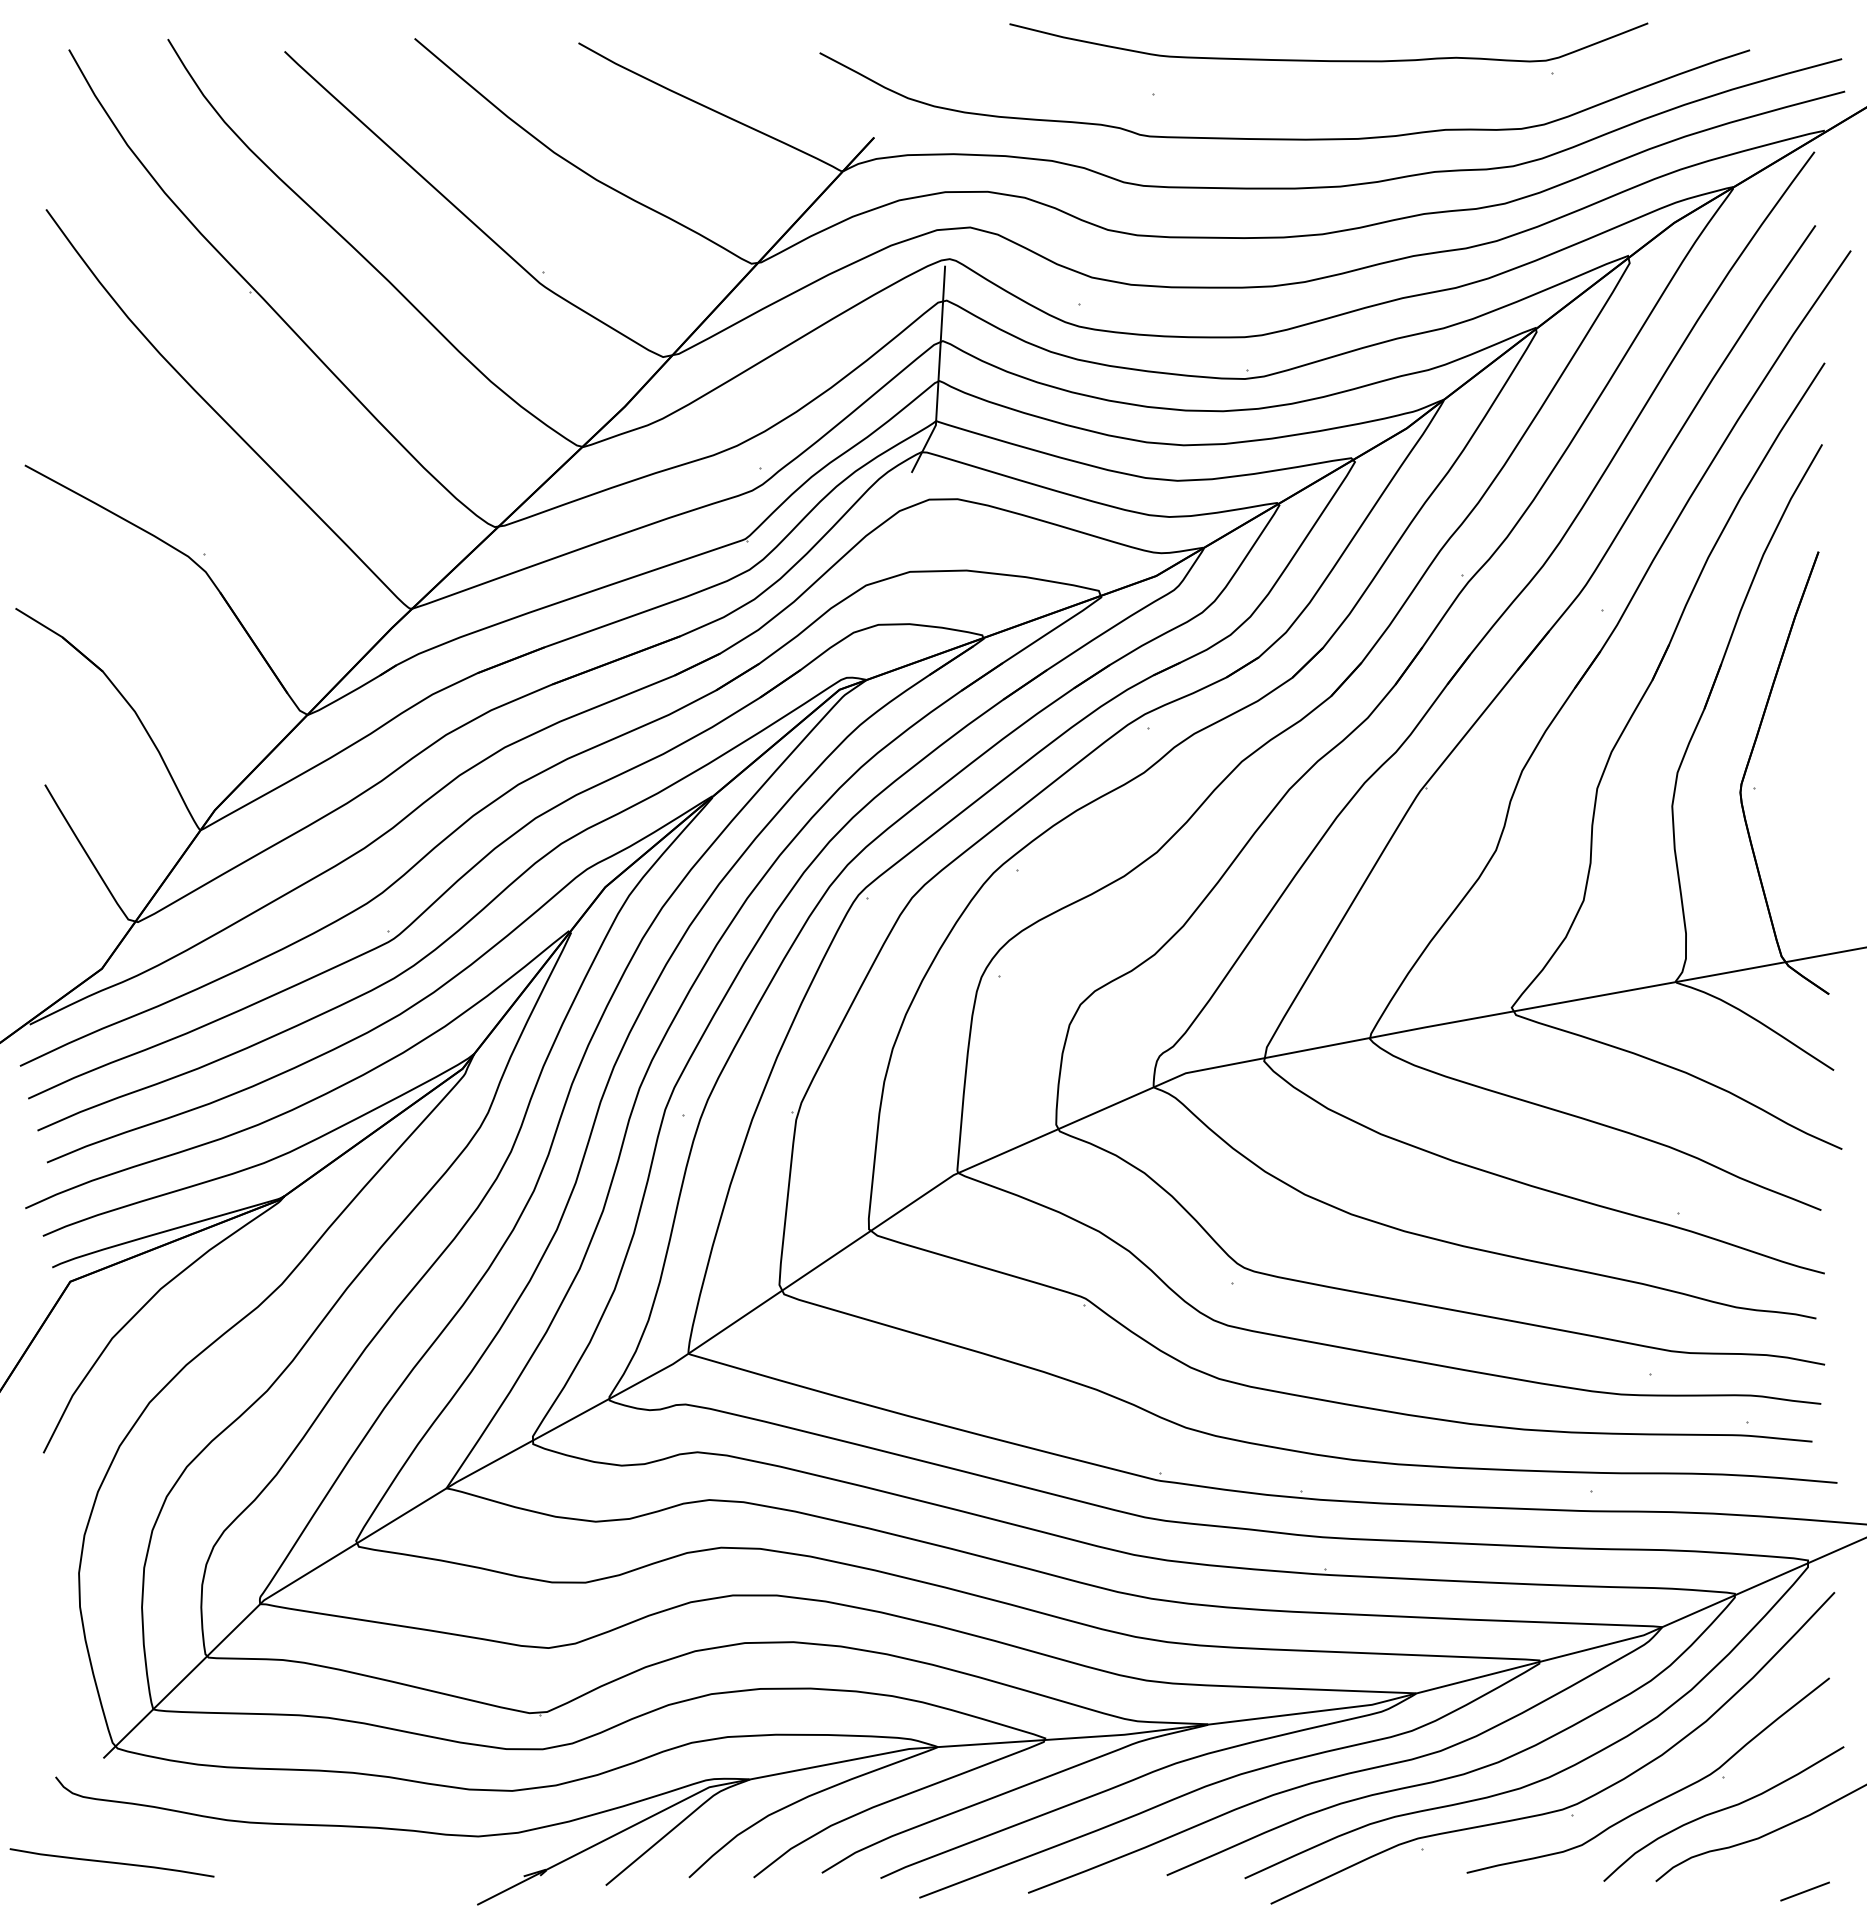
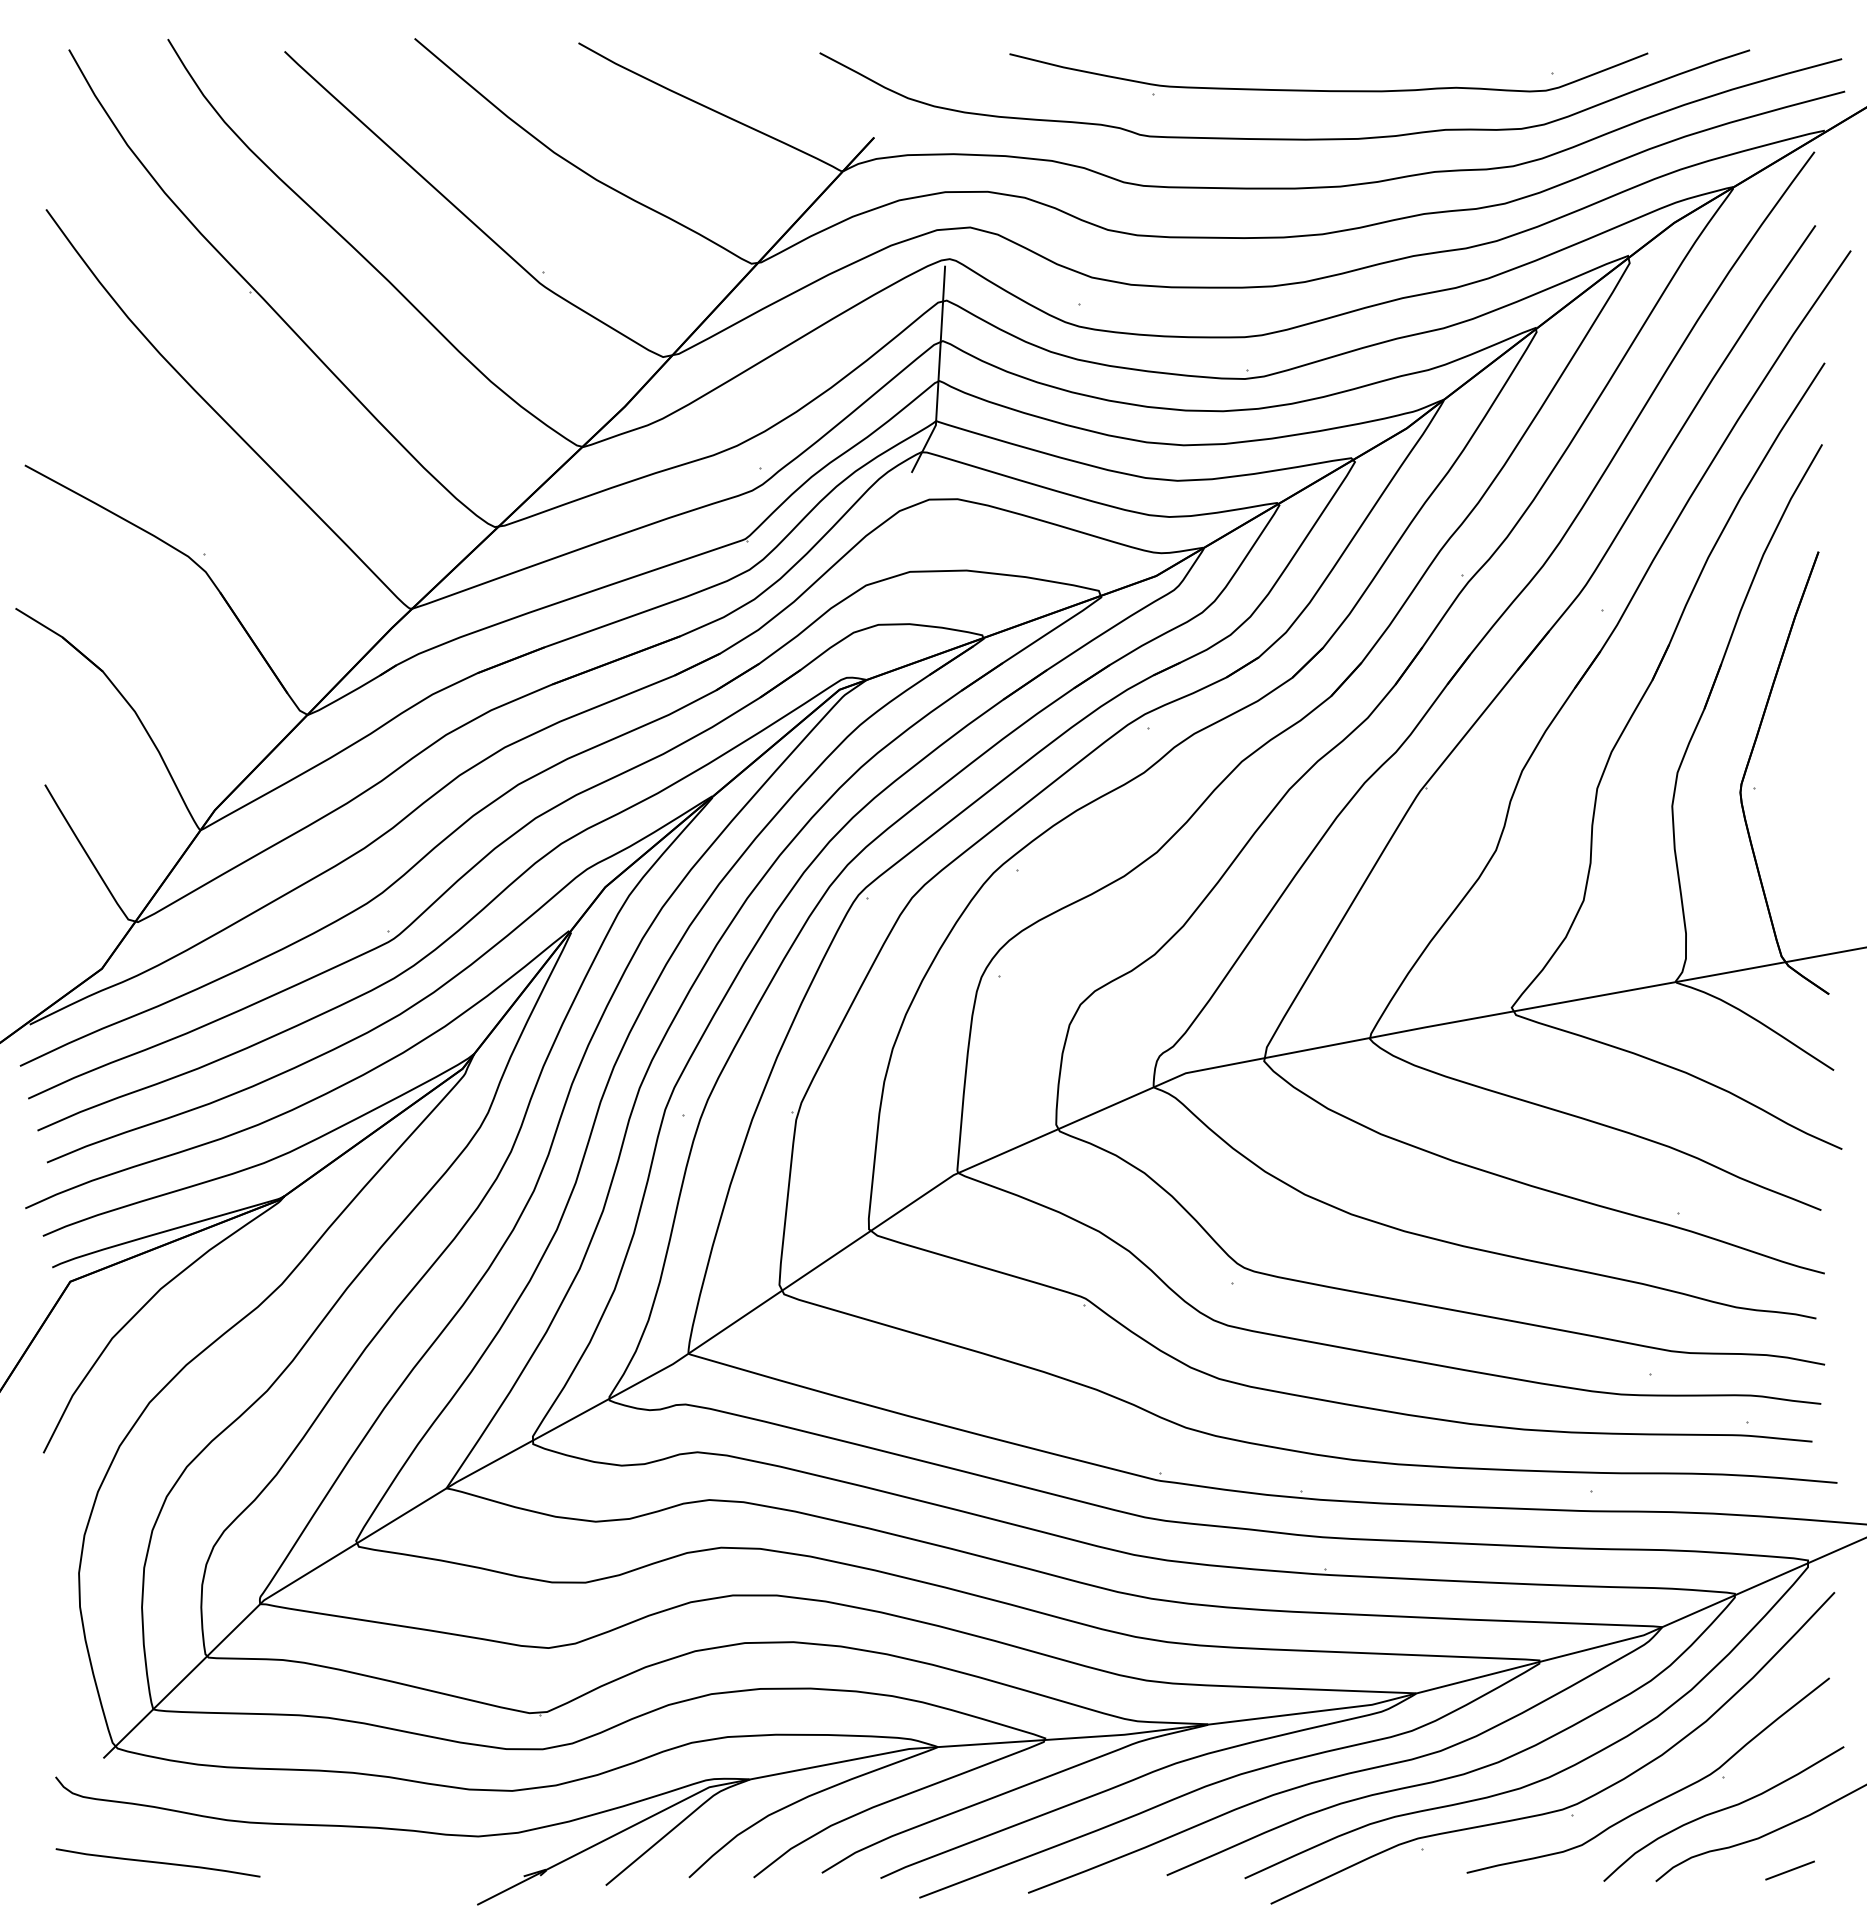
curve at (1328, 60) position: (1328, 60) -> (1328, 90)
curve at (111, 1862) position: (111, 1862) -> (157, 1862)
line at (1804, 1891) position: (1804, 1891) -> (1789, 1870)
